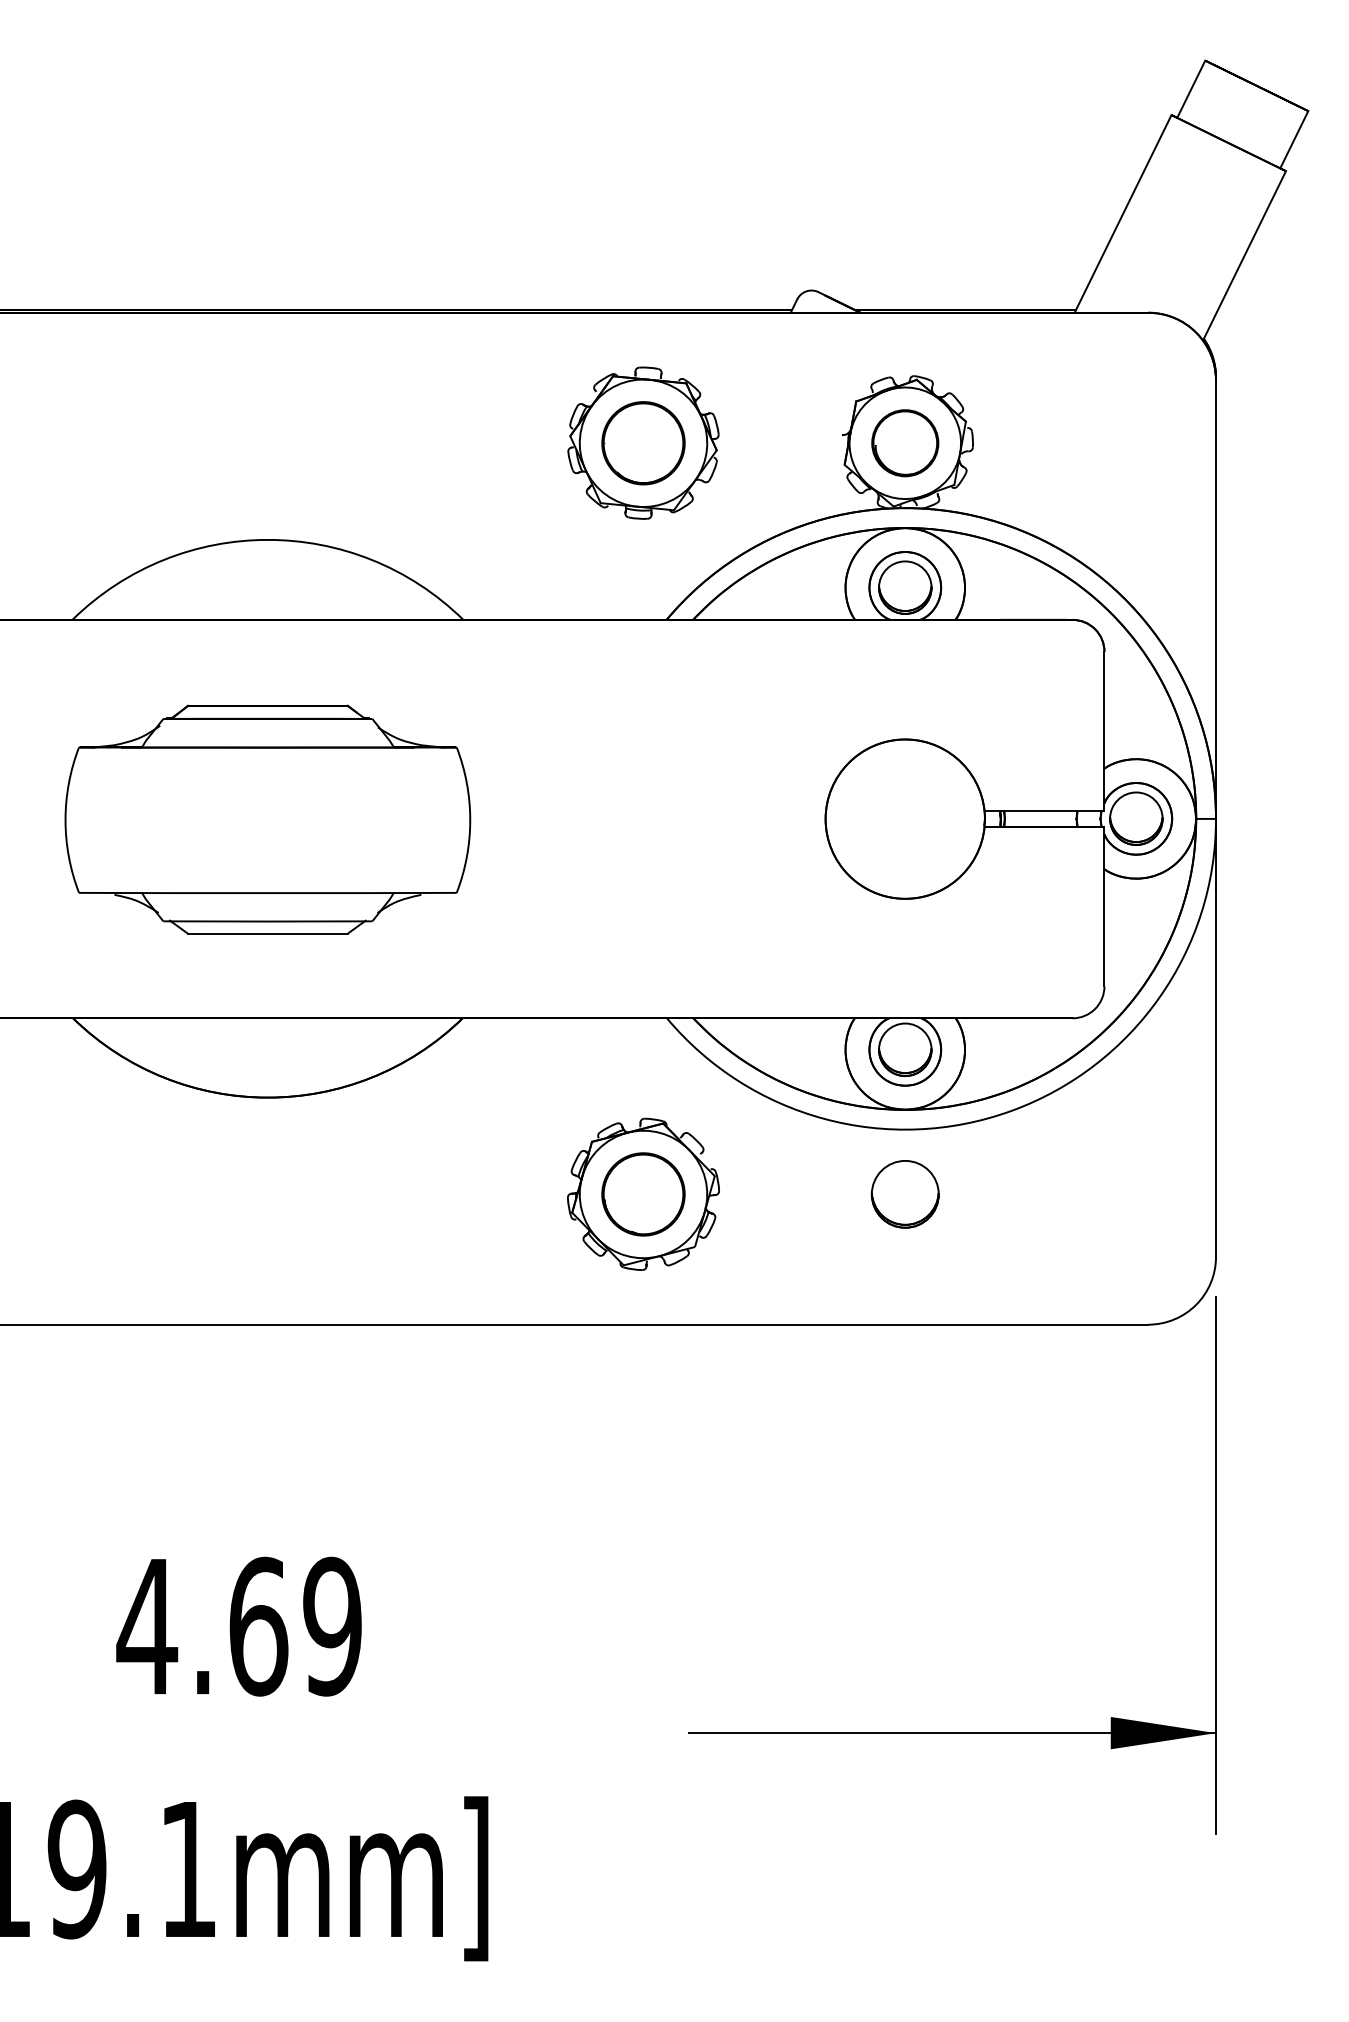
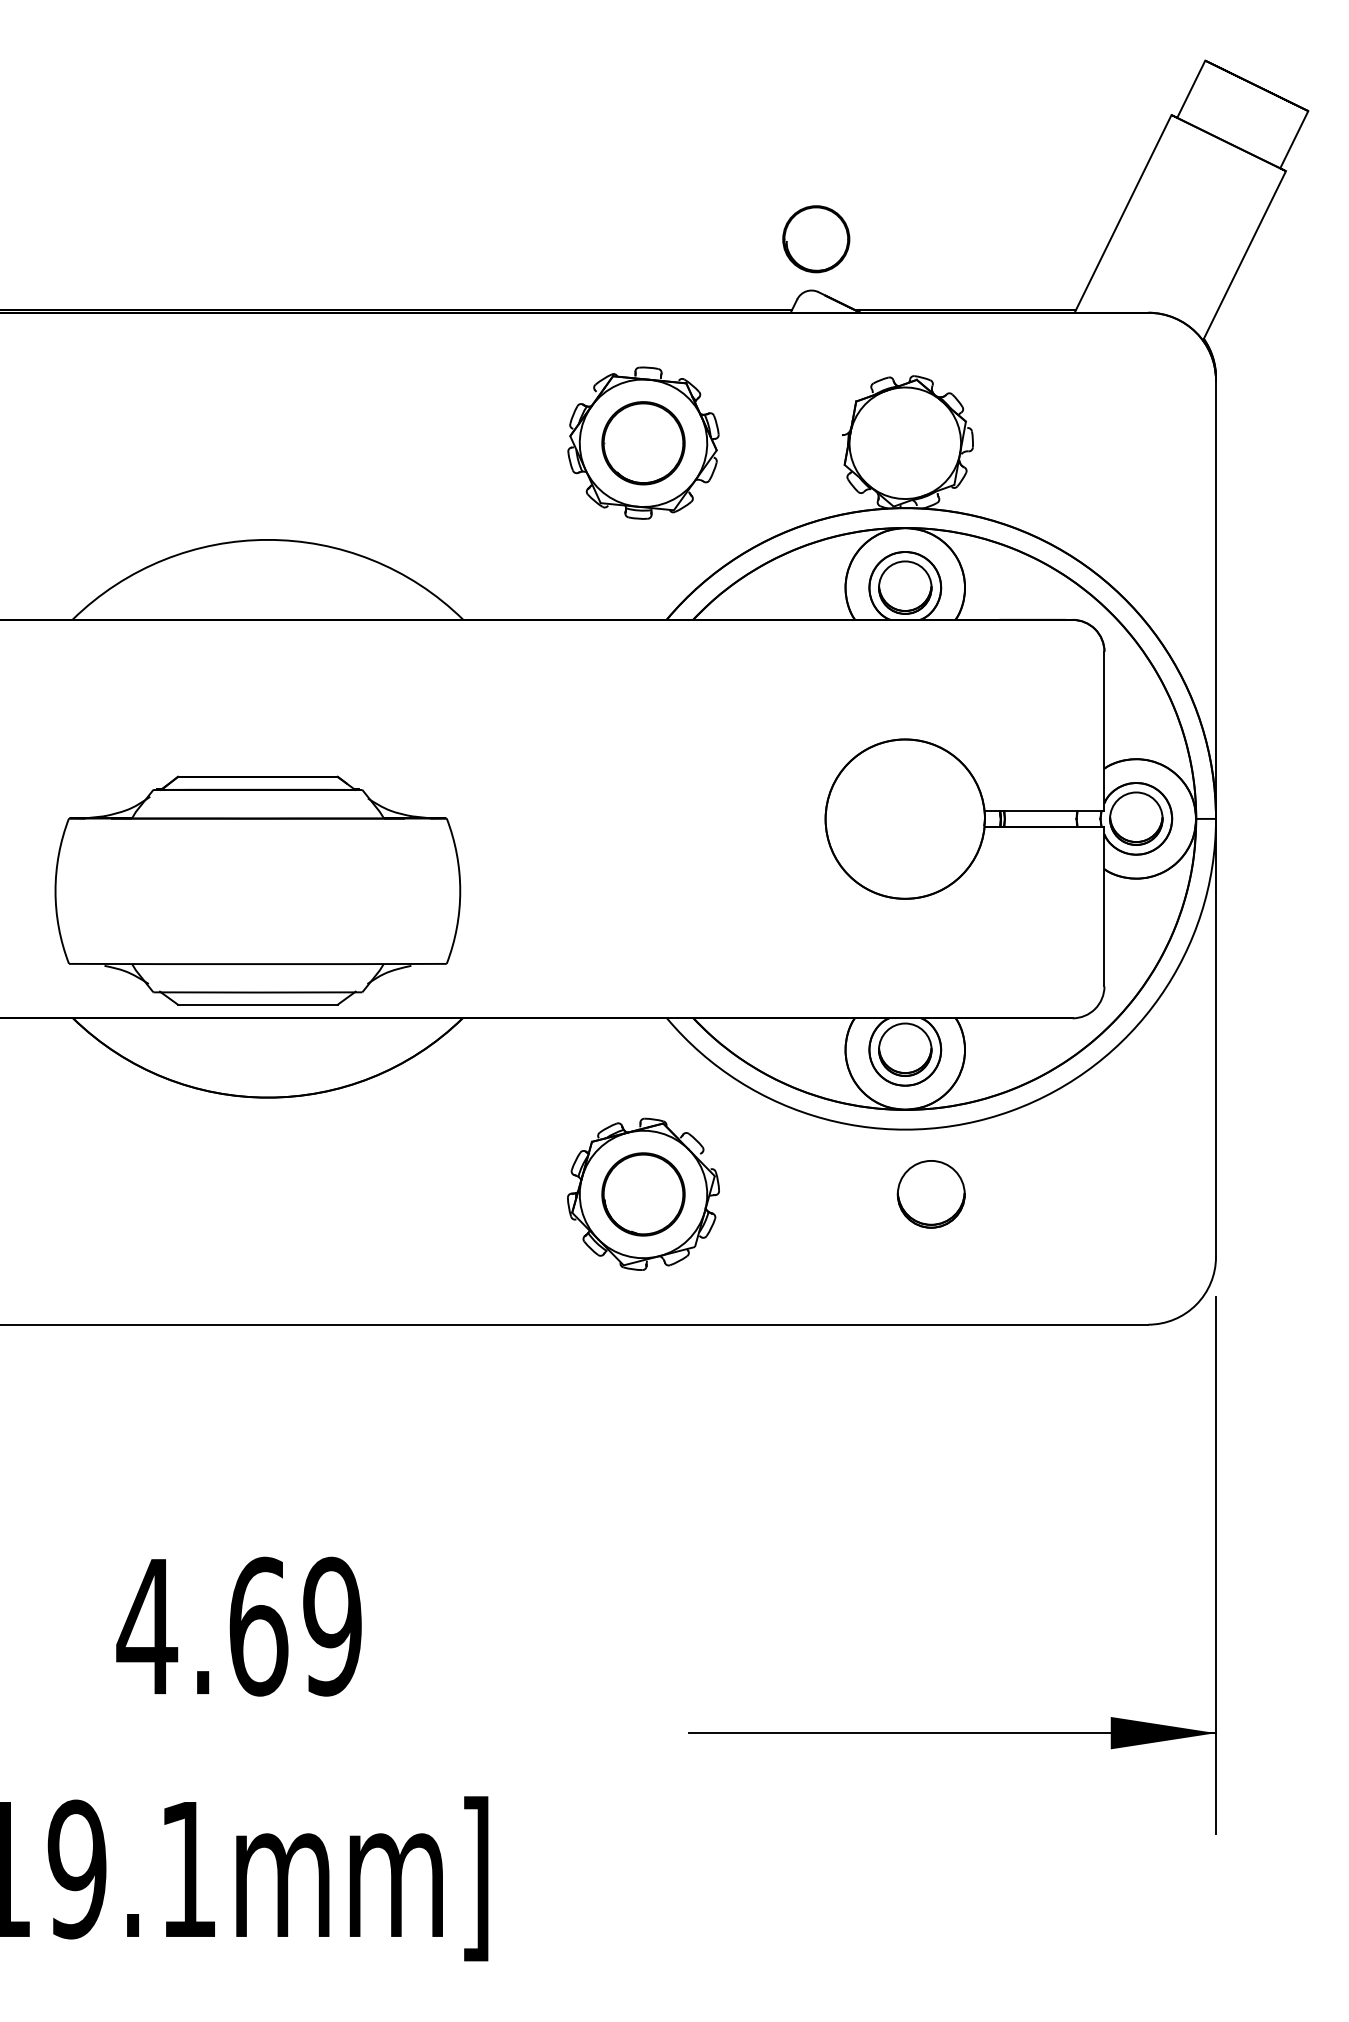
part at (905, 443) position: (905, 443) -> (816, 239)
part at (267, 819) position: (267, 819) -> (257, 890)
part at (904, 1194) position: (904, 1194) -> (930, 1194)
